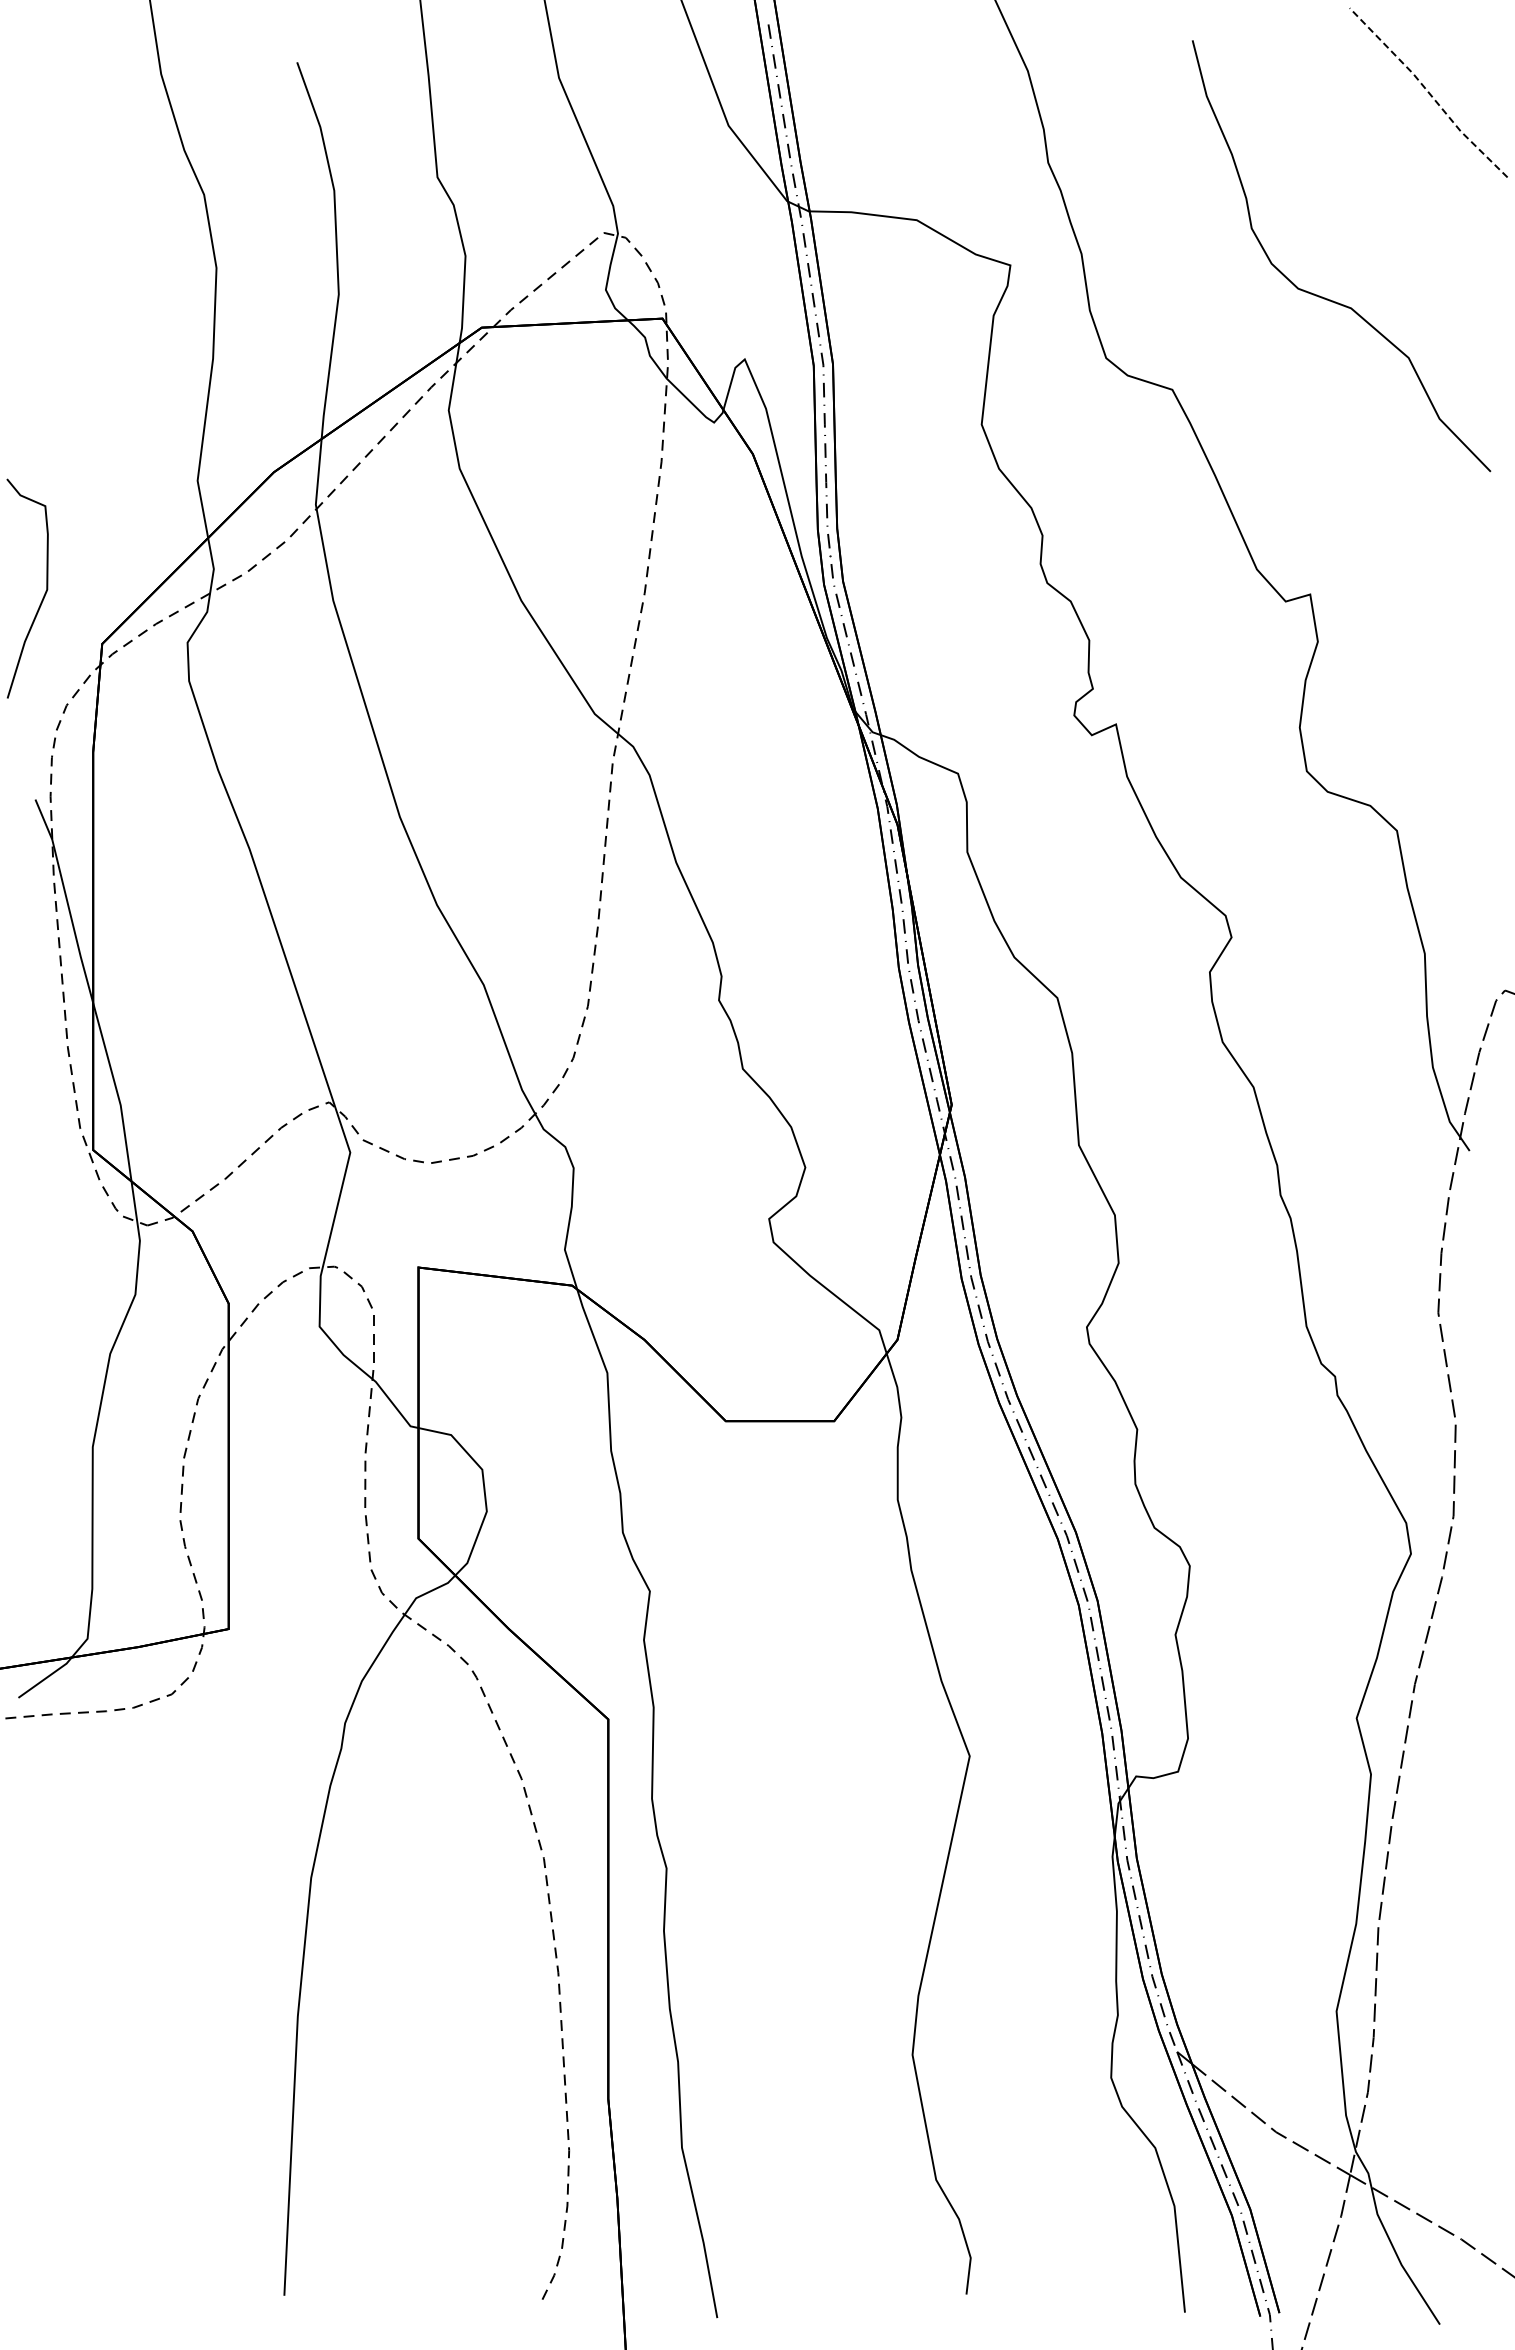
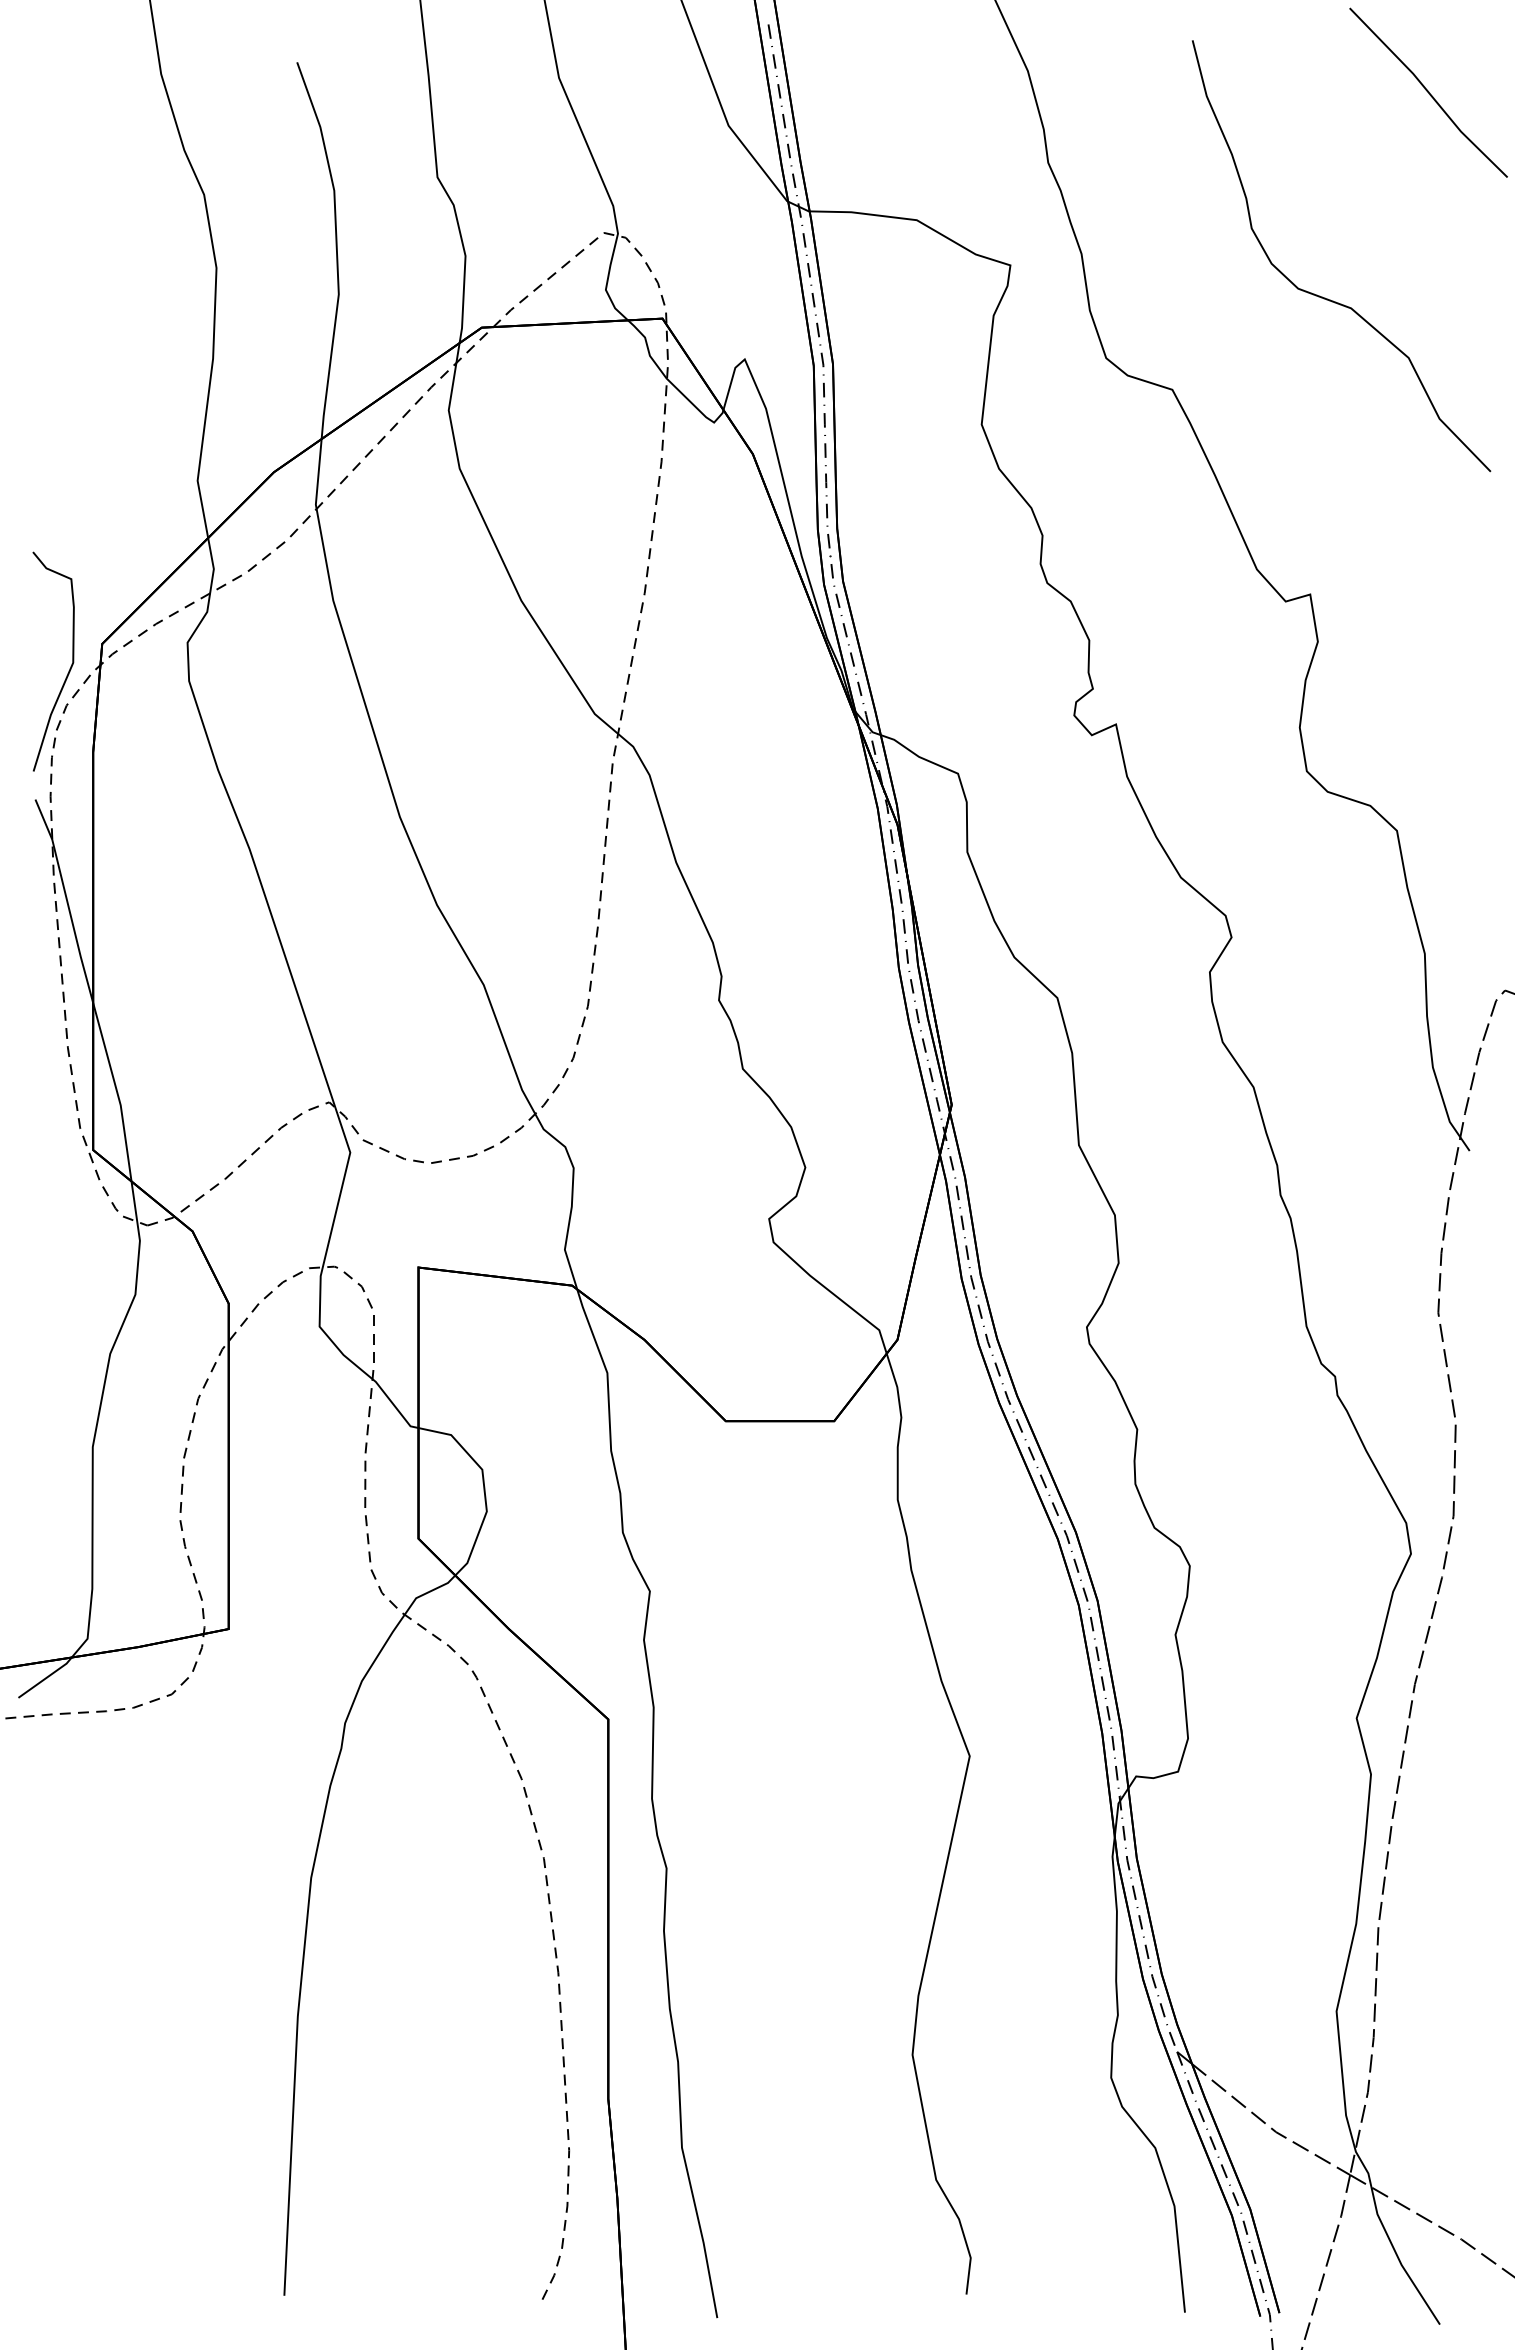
line at (1428, 92): dashed -> solid
curve at (43, 595) position: (43, 595) -> (69, 668)
